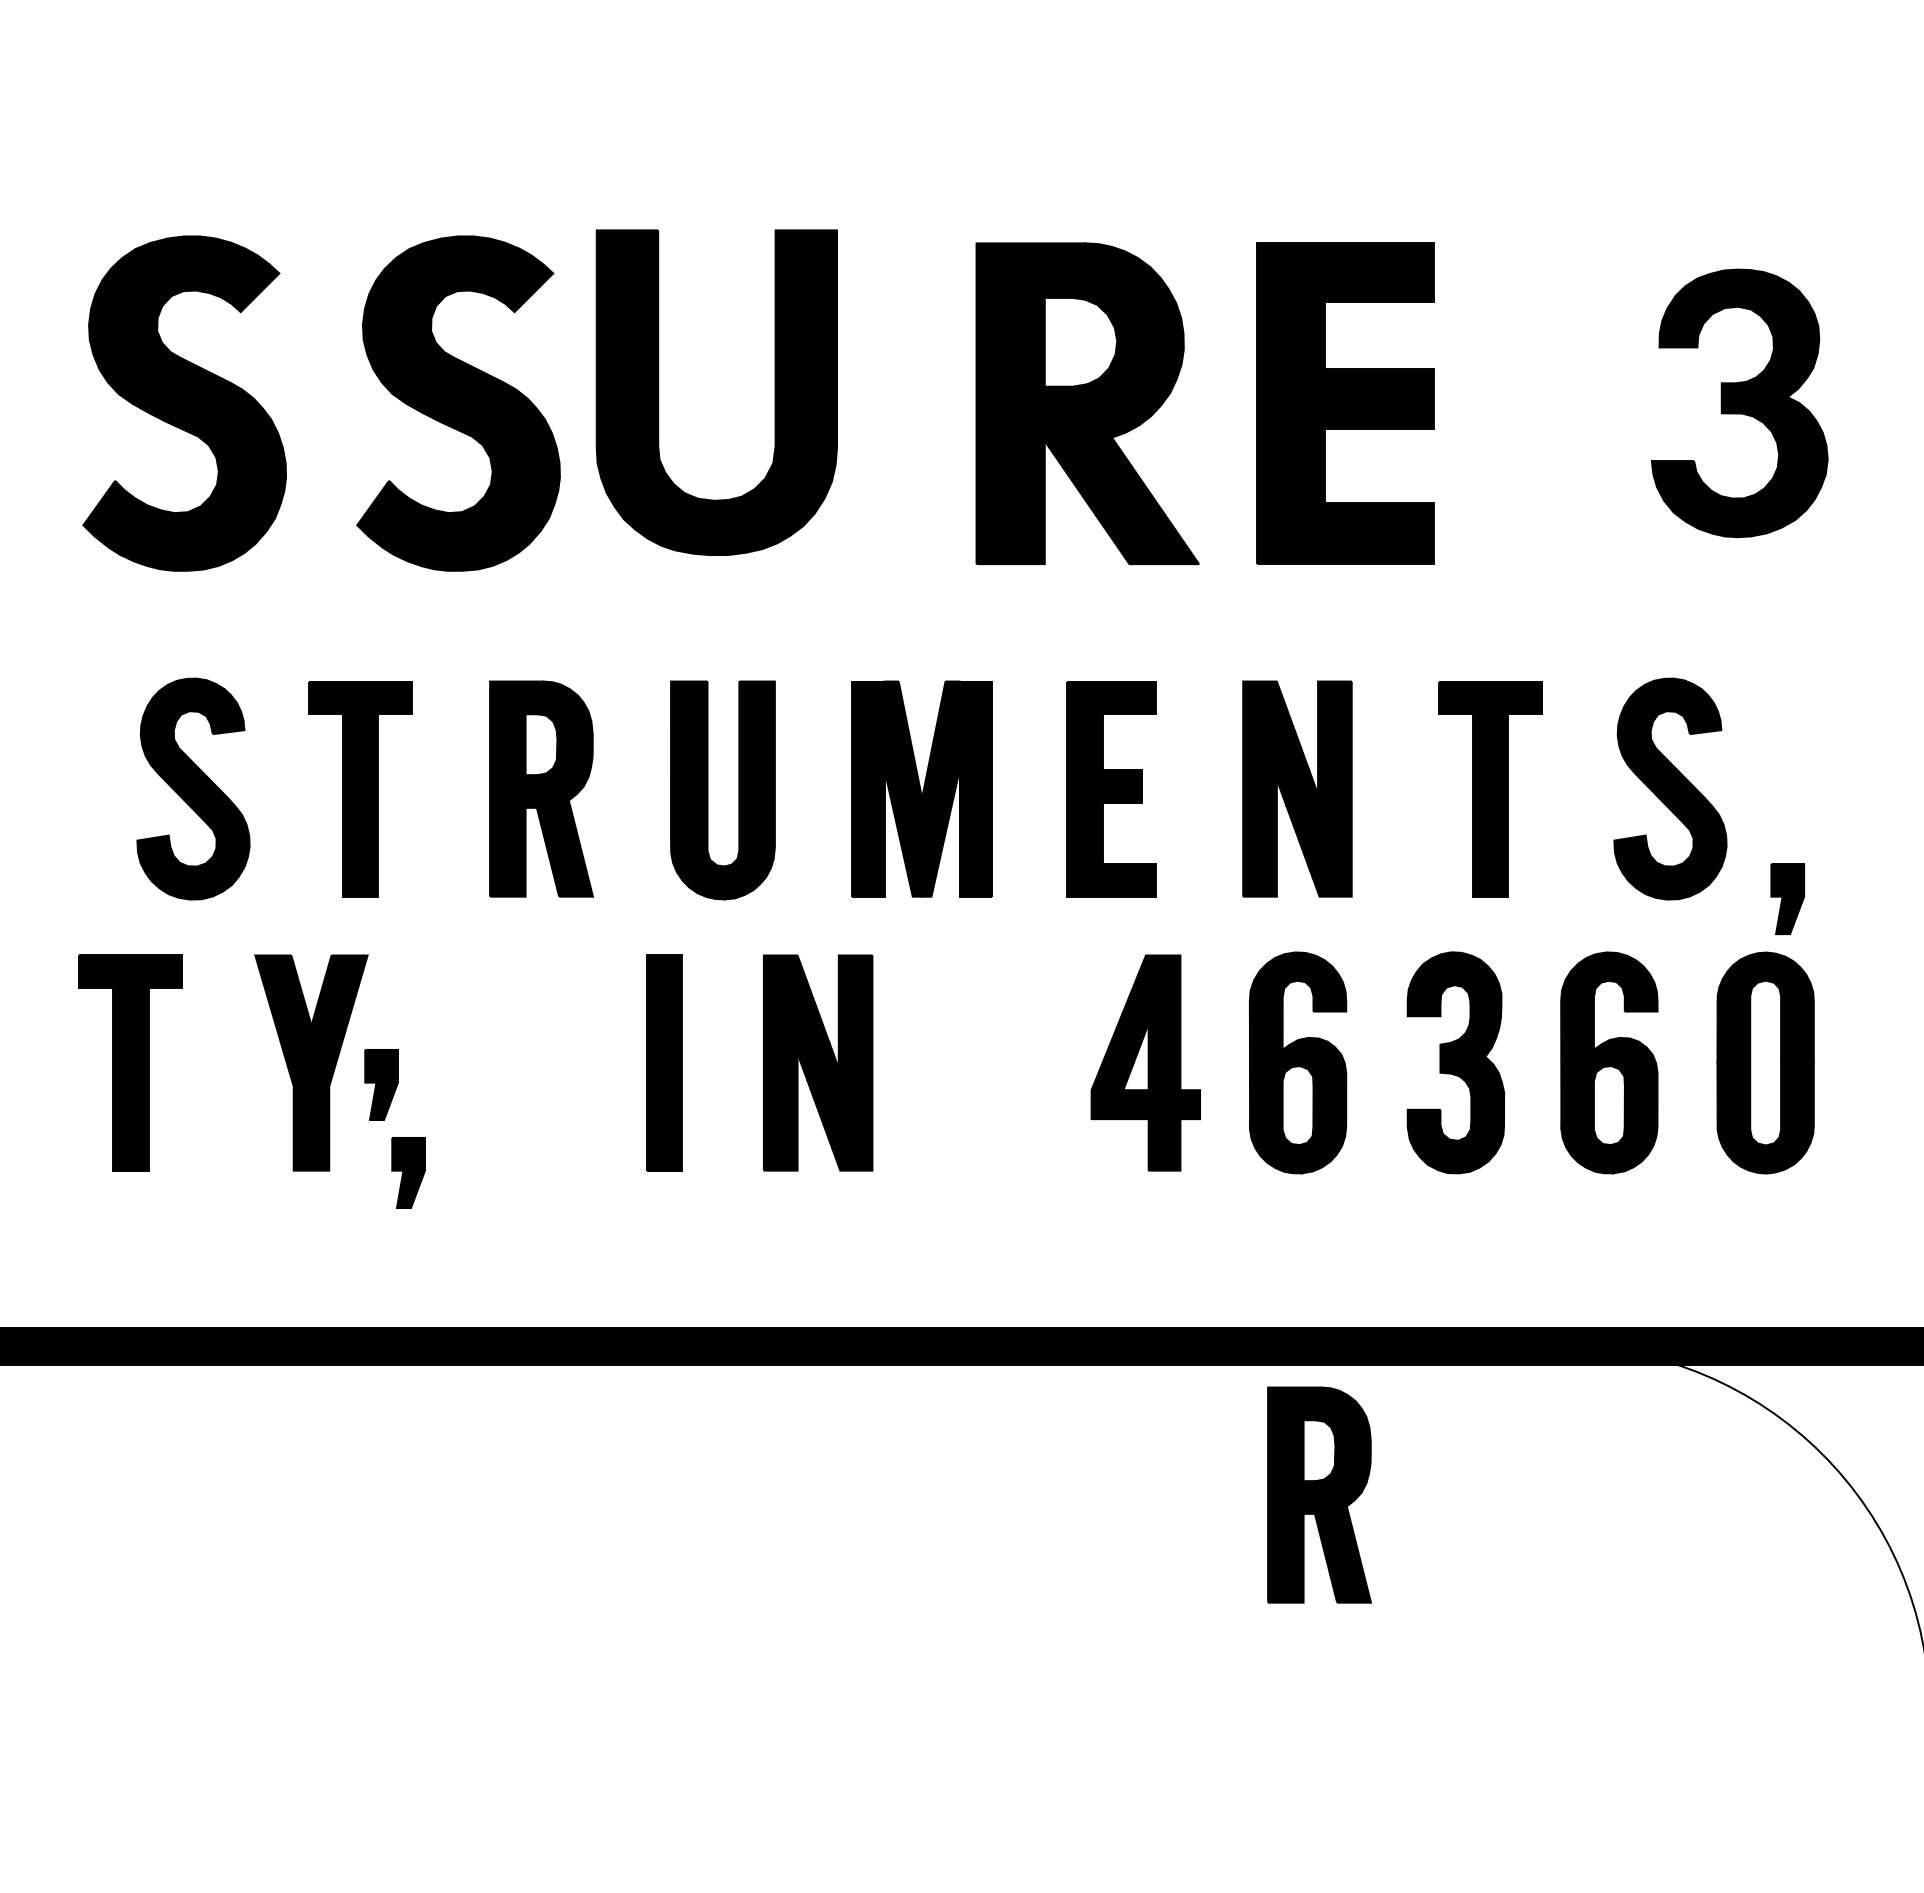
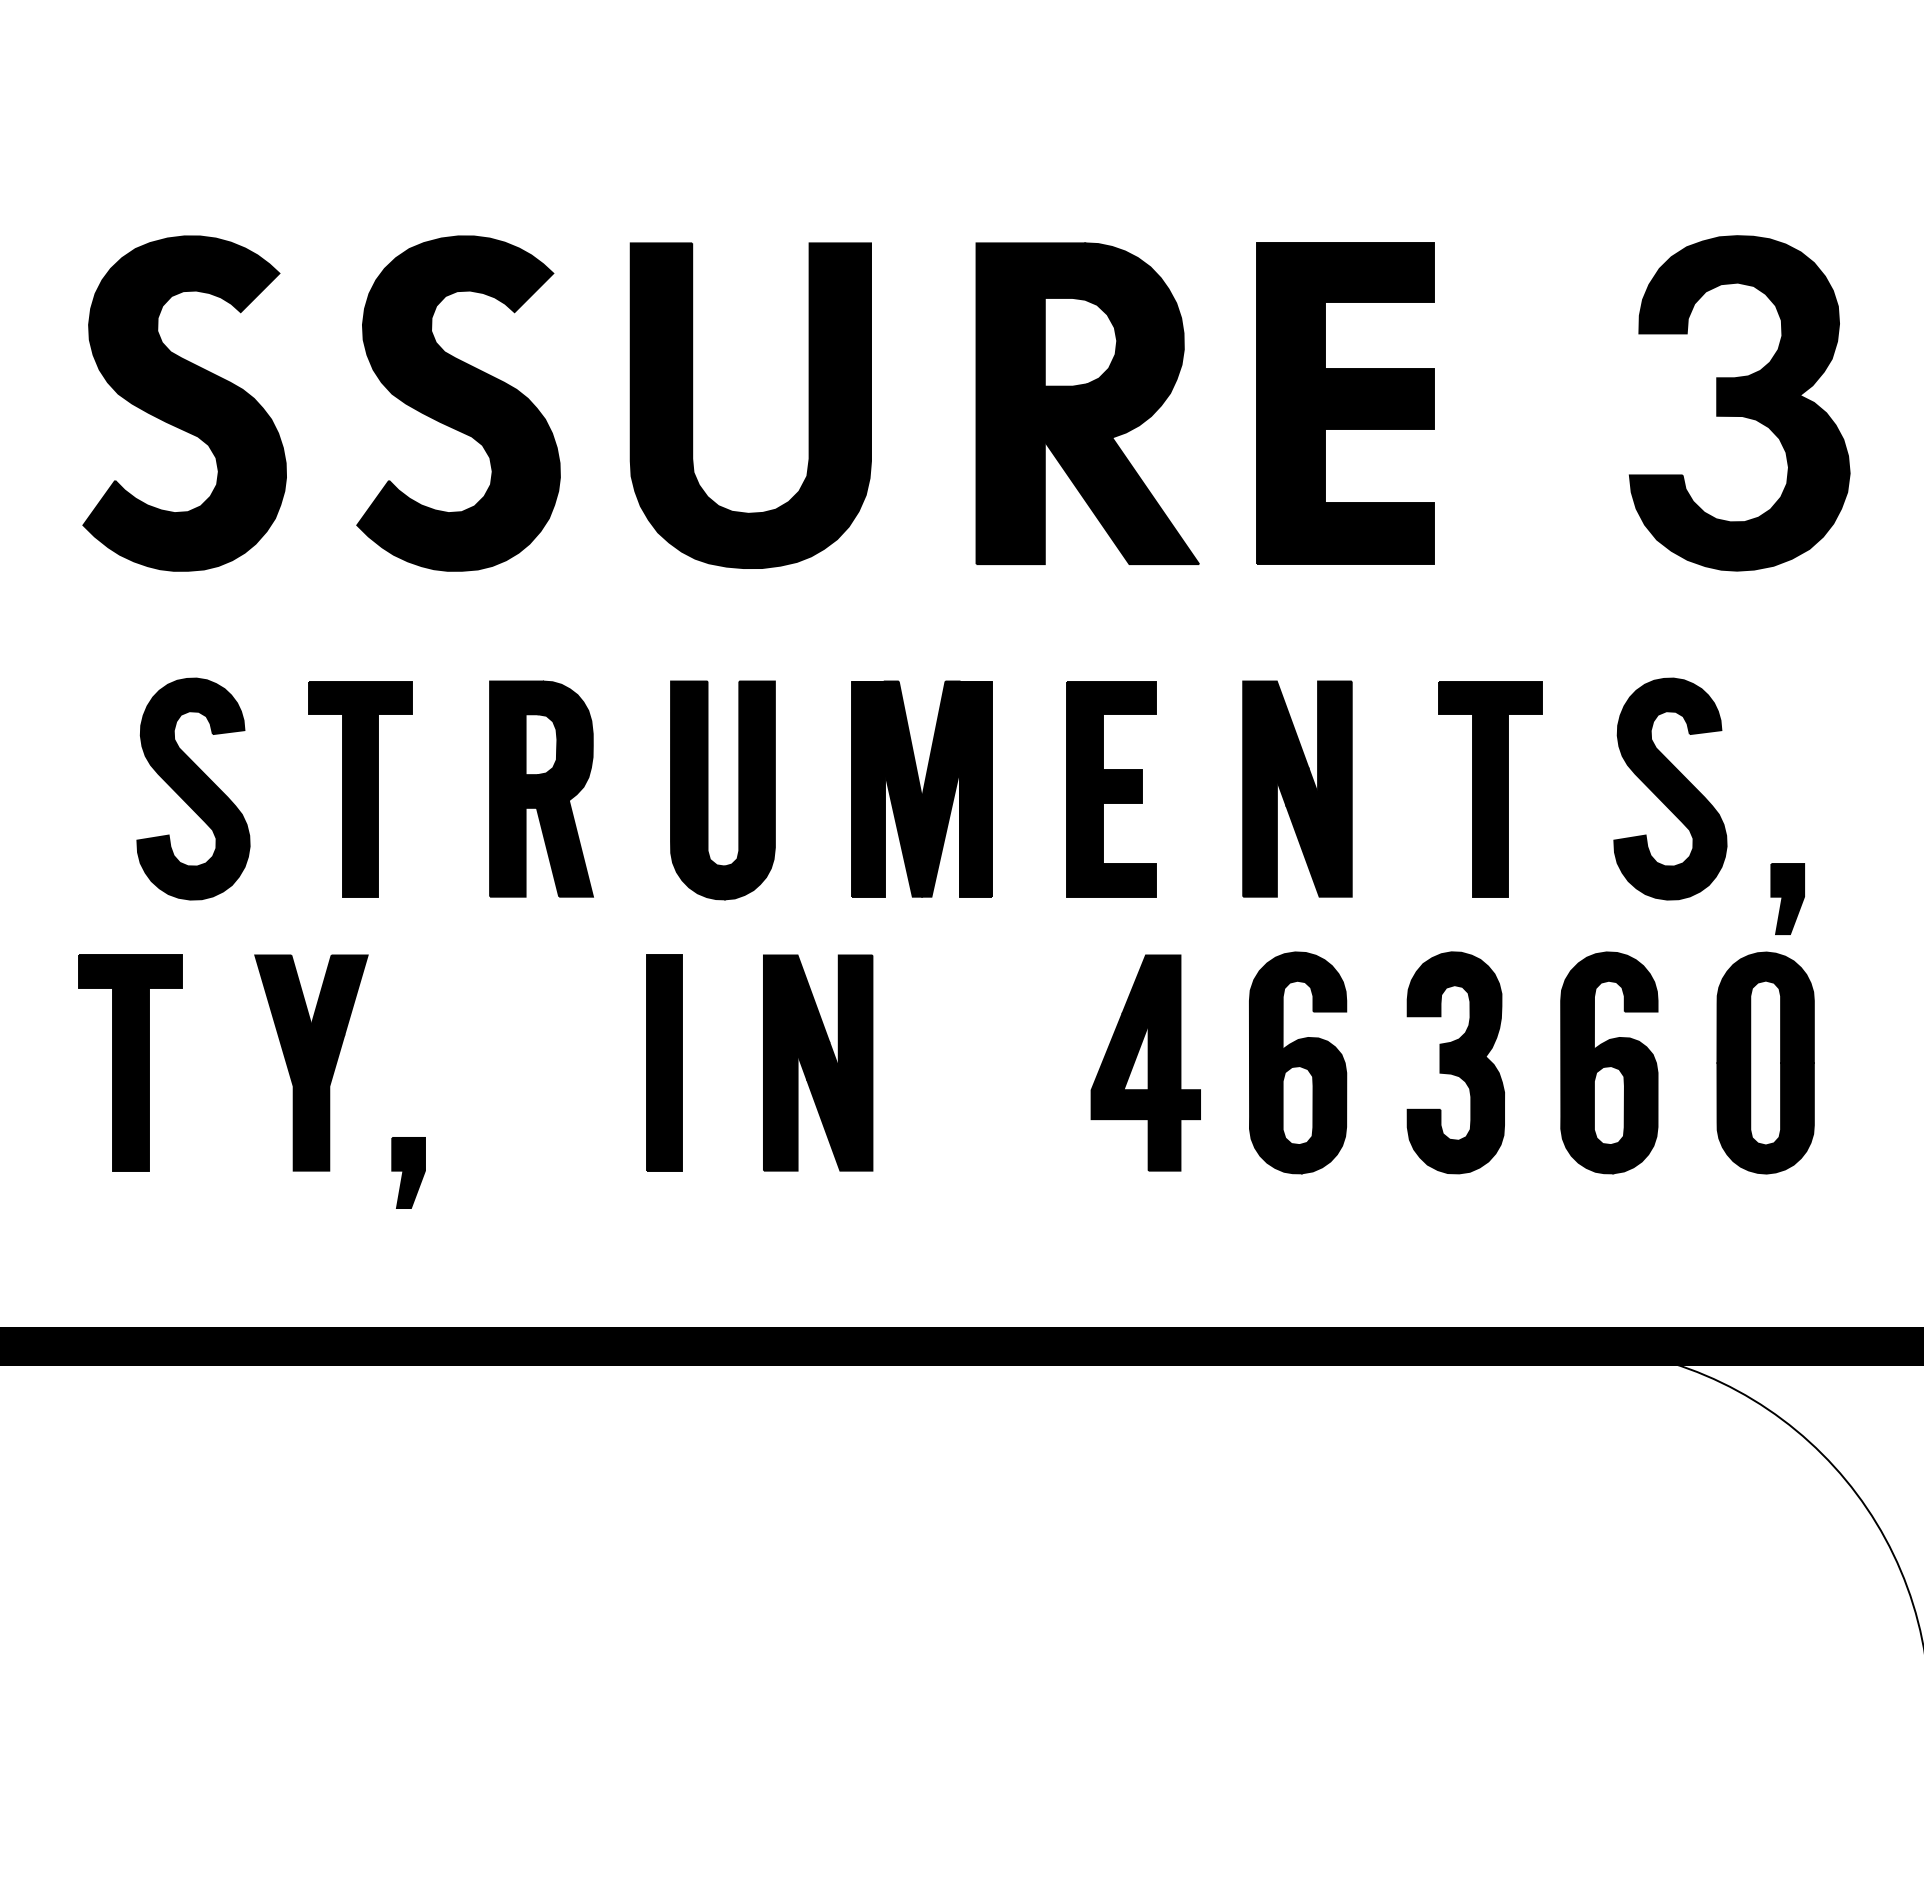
part at (659, 392) position: (659, 392) -> (693, 405)
part at (1739, 403) size: 179x271 px -> 222x337 px
part at (381, 1084): present -> none
part at (1319, 1494): present -> none
